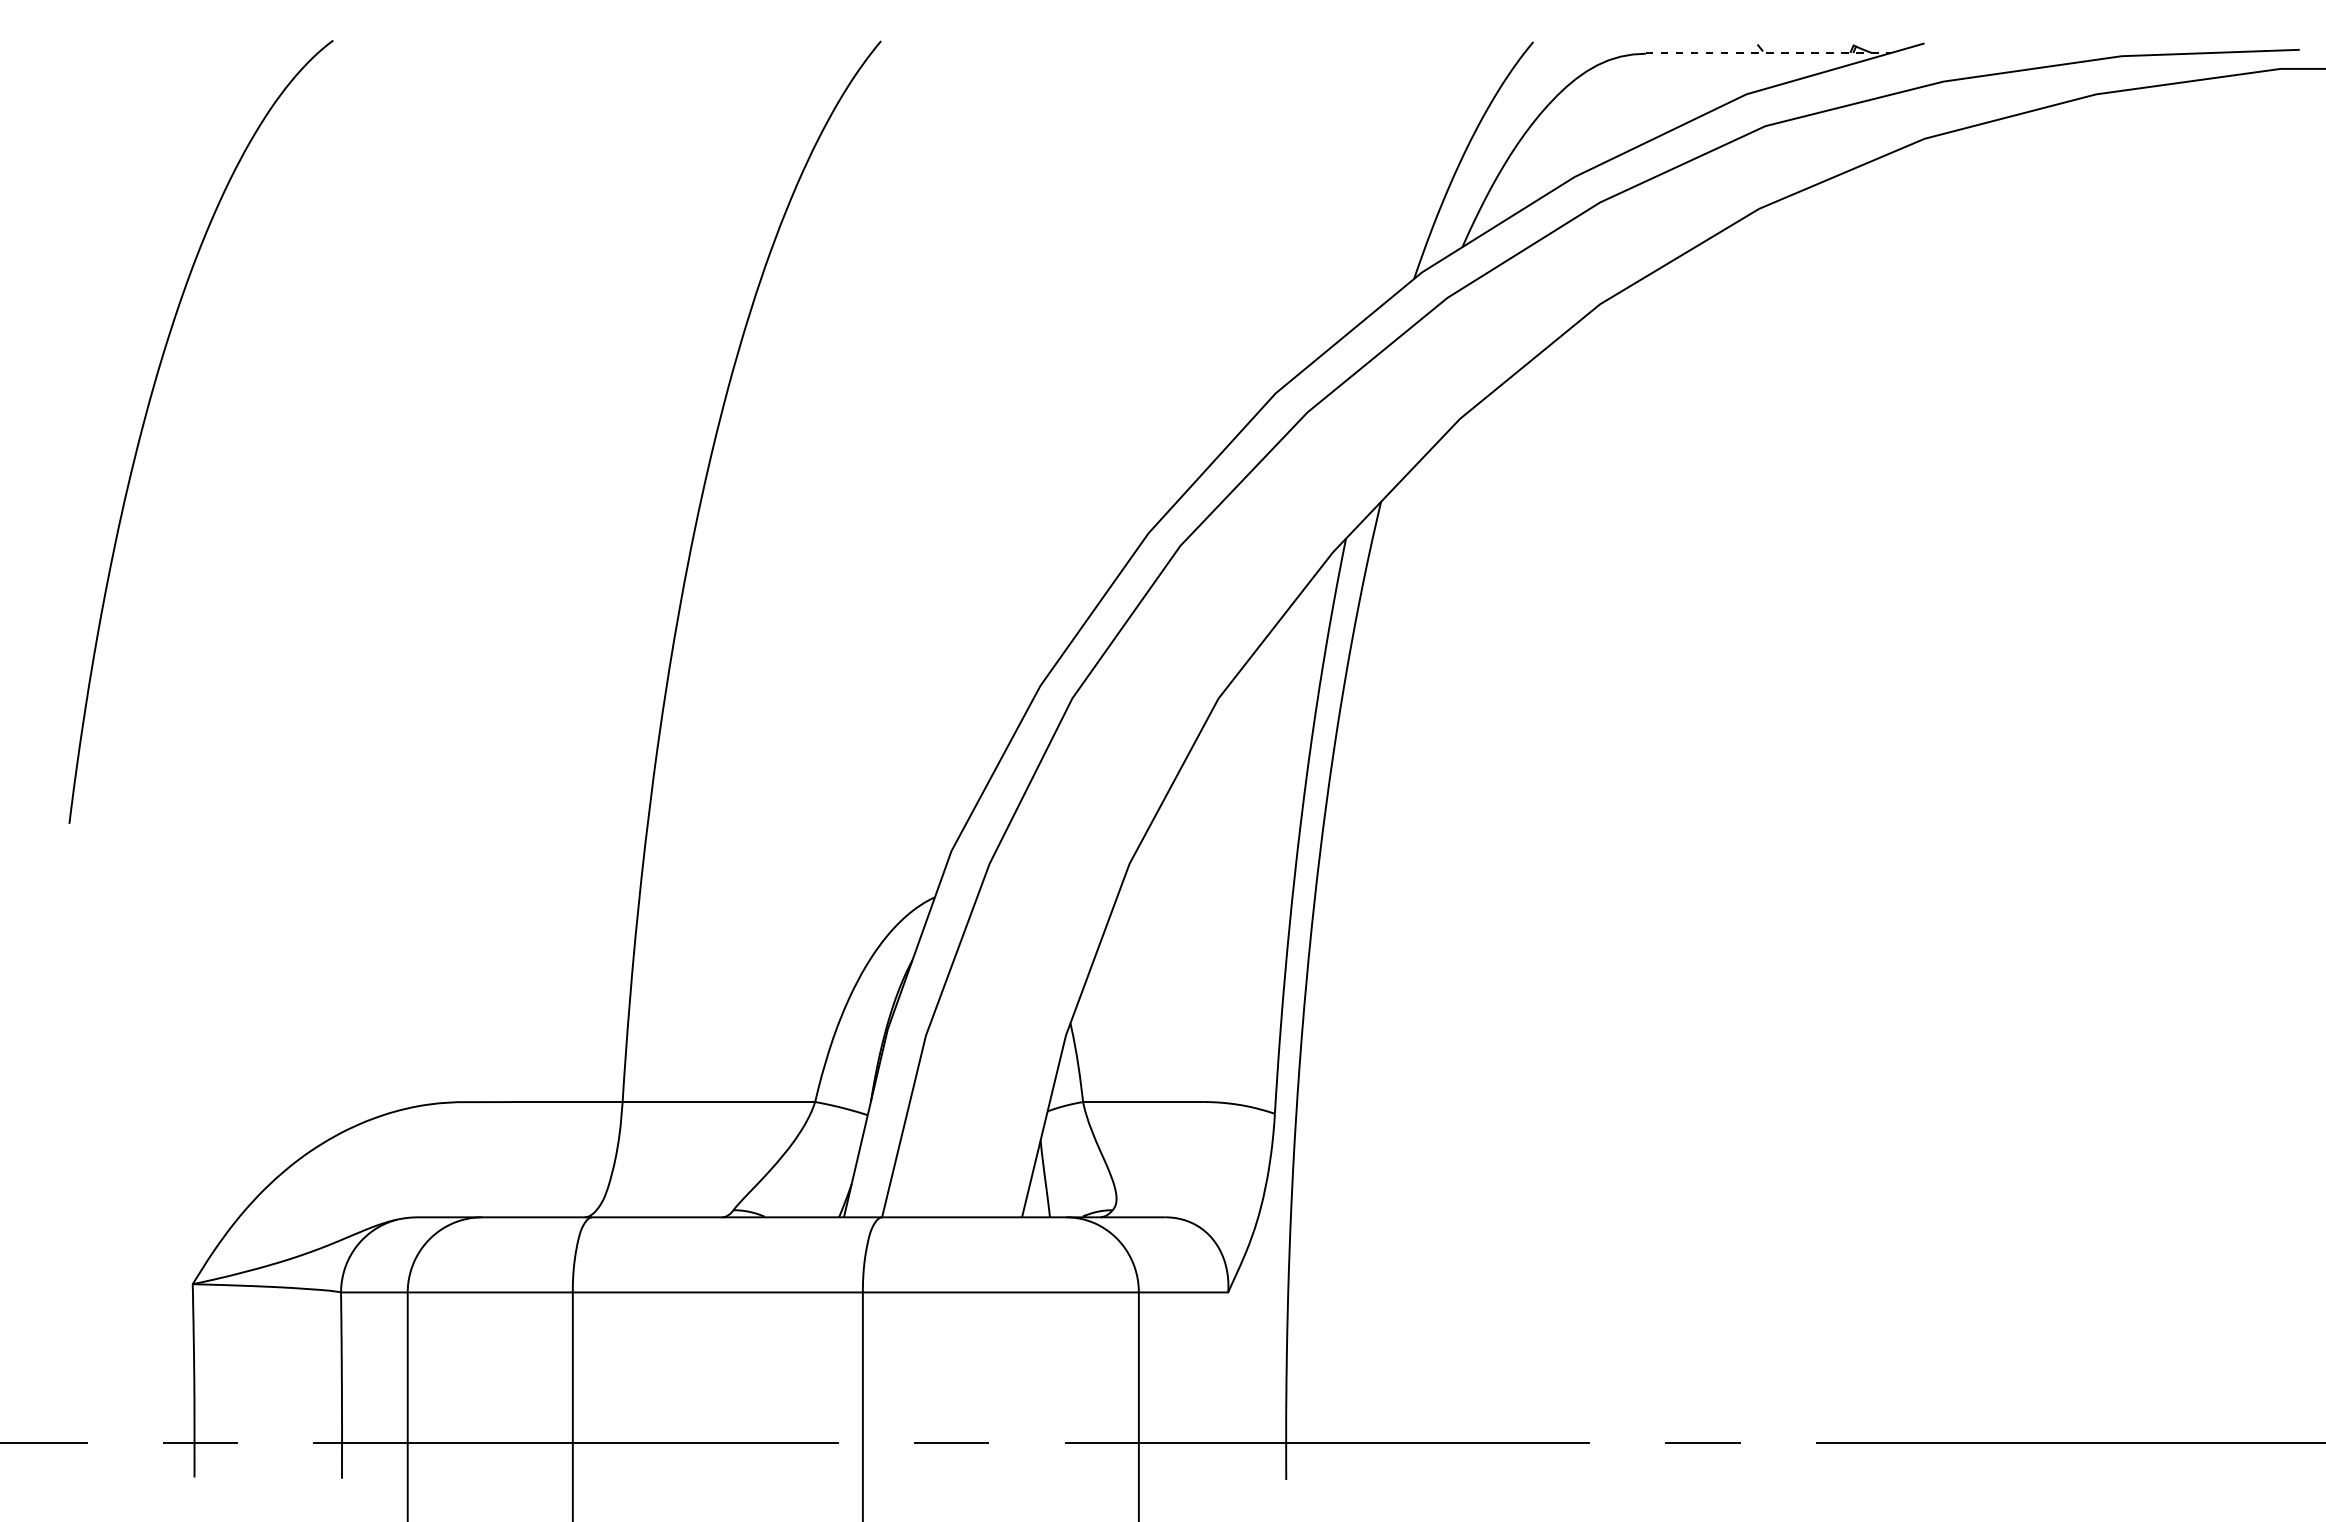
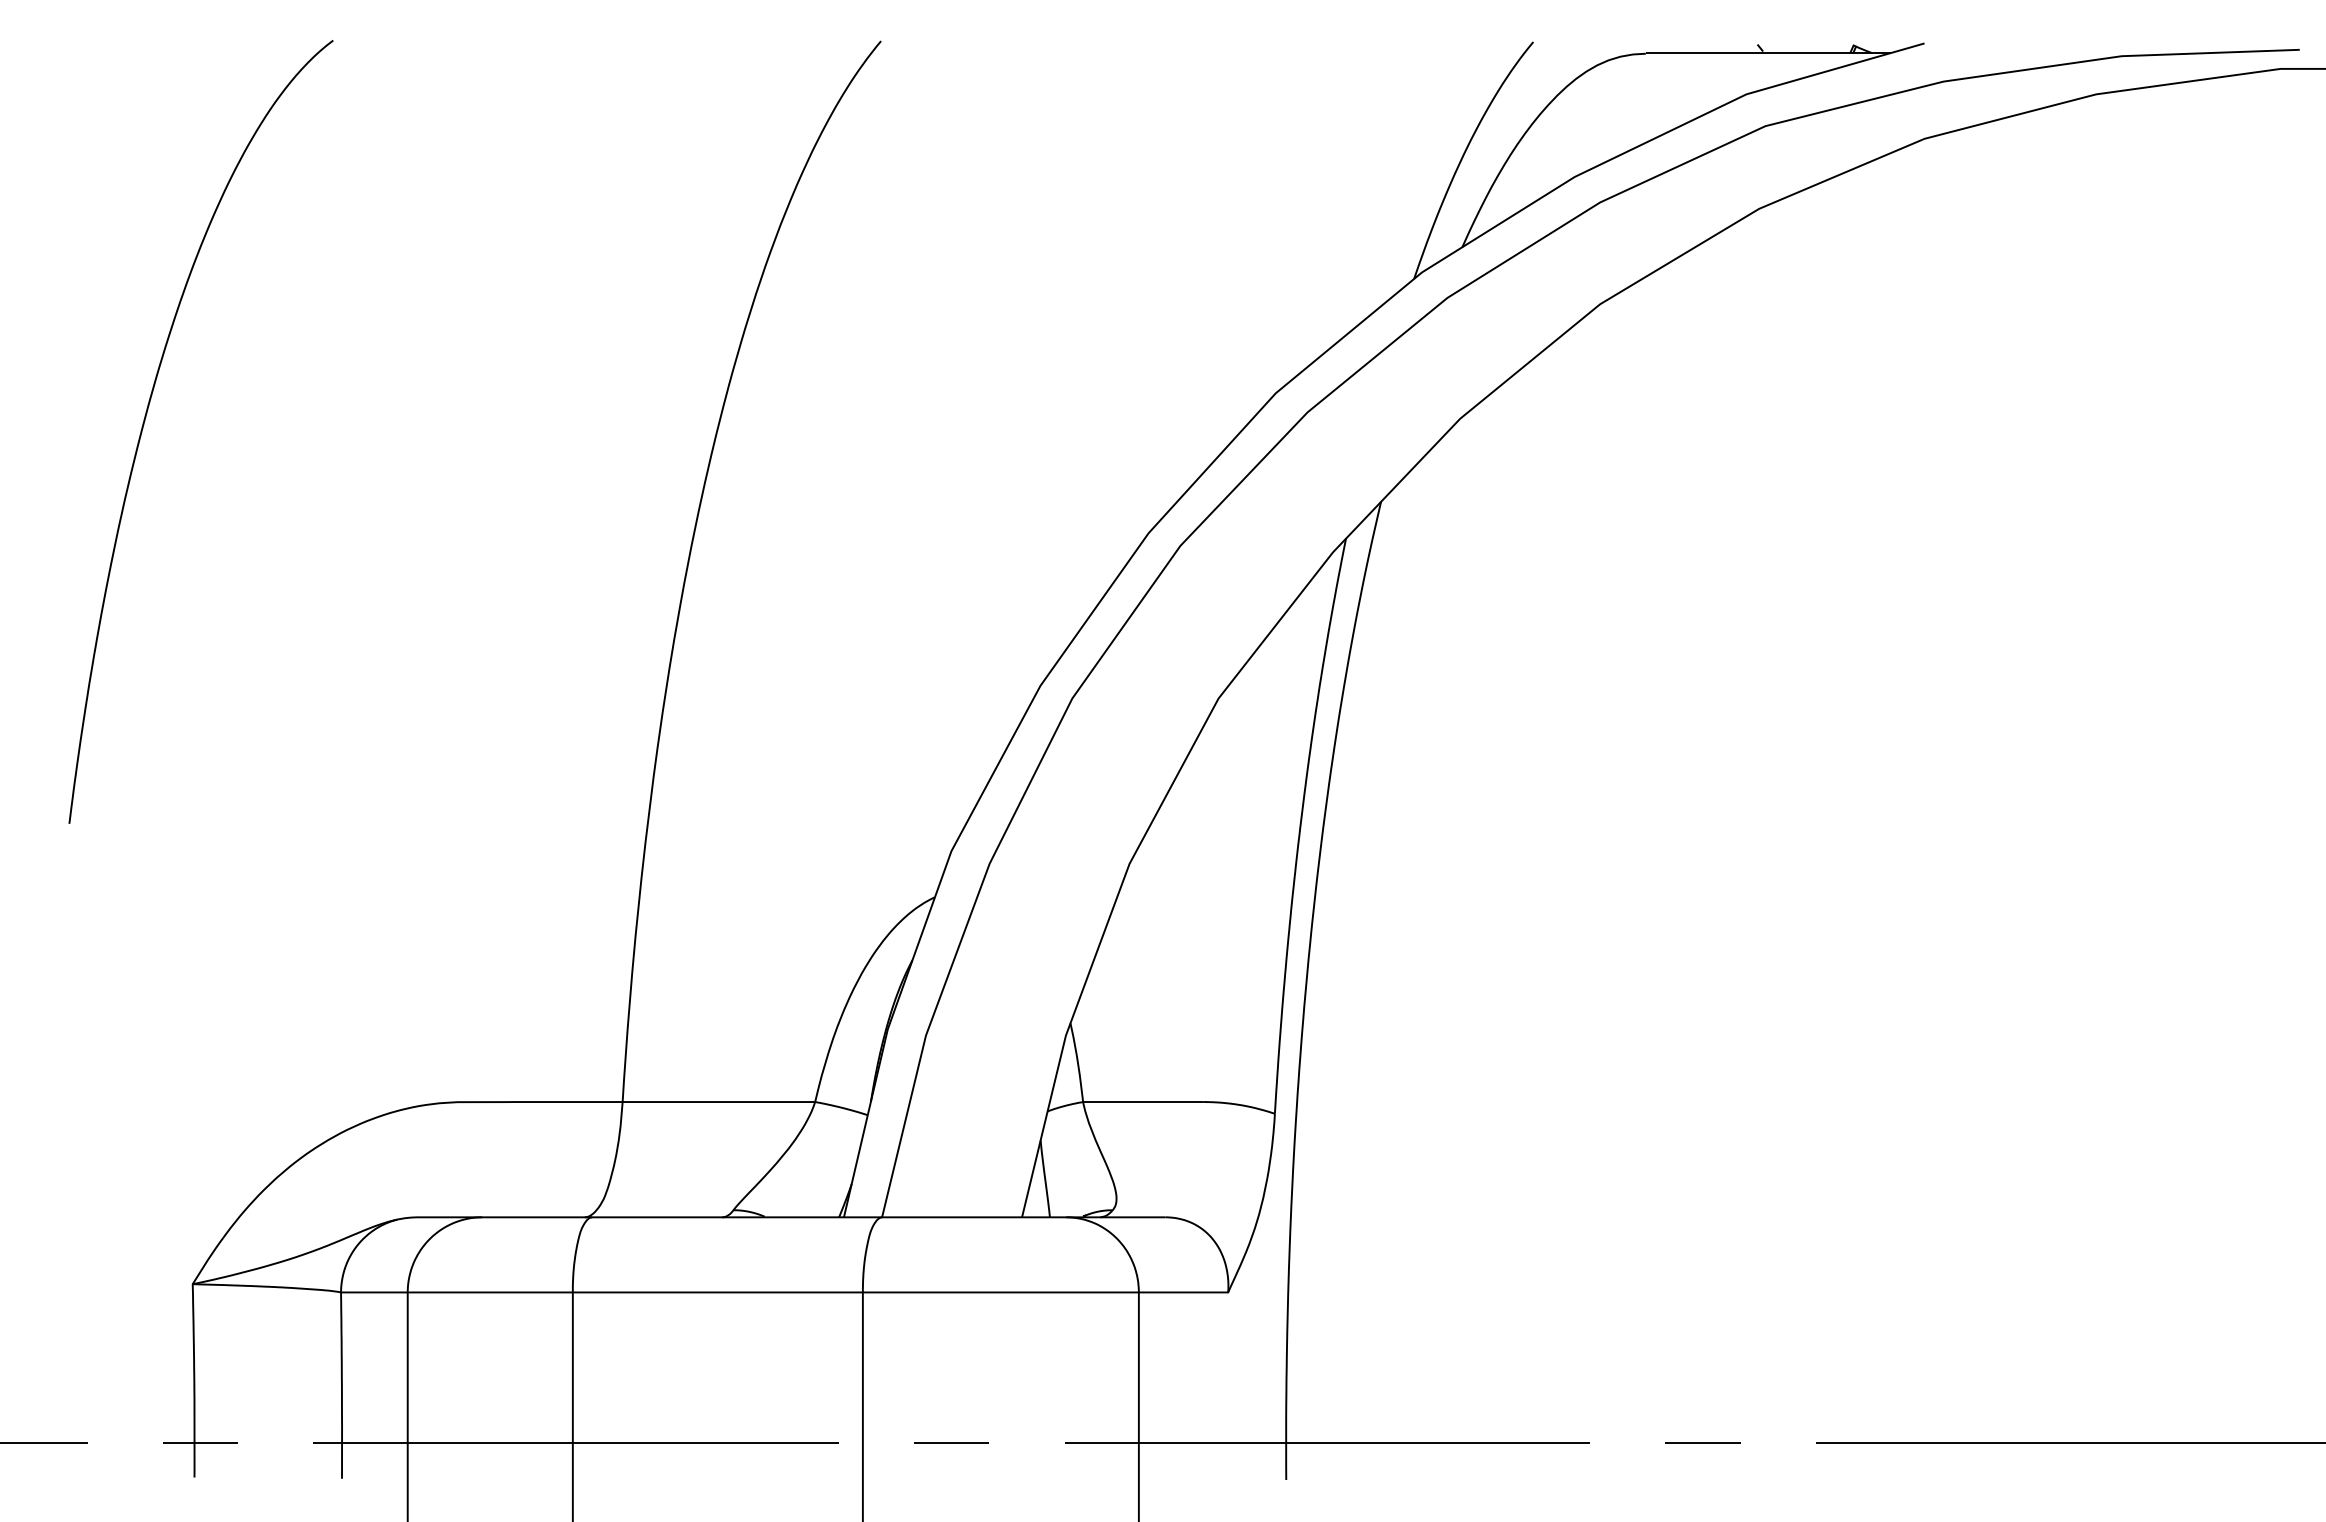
line at (1768, 52): dashed -> solid
